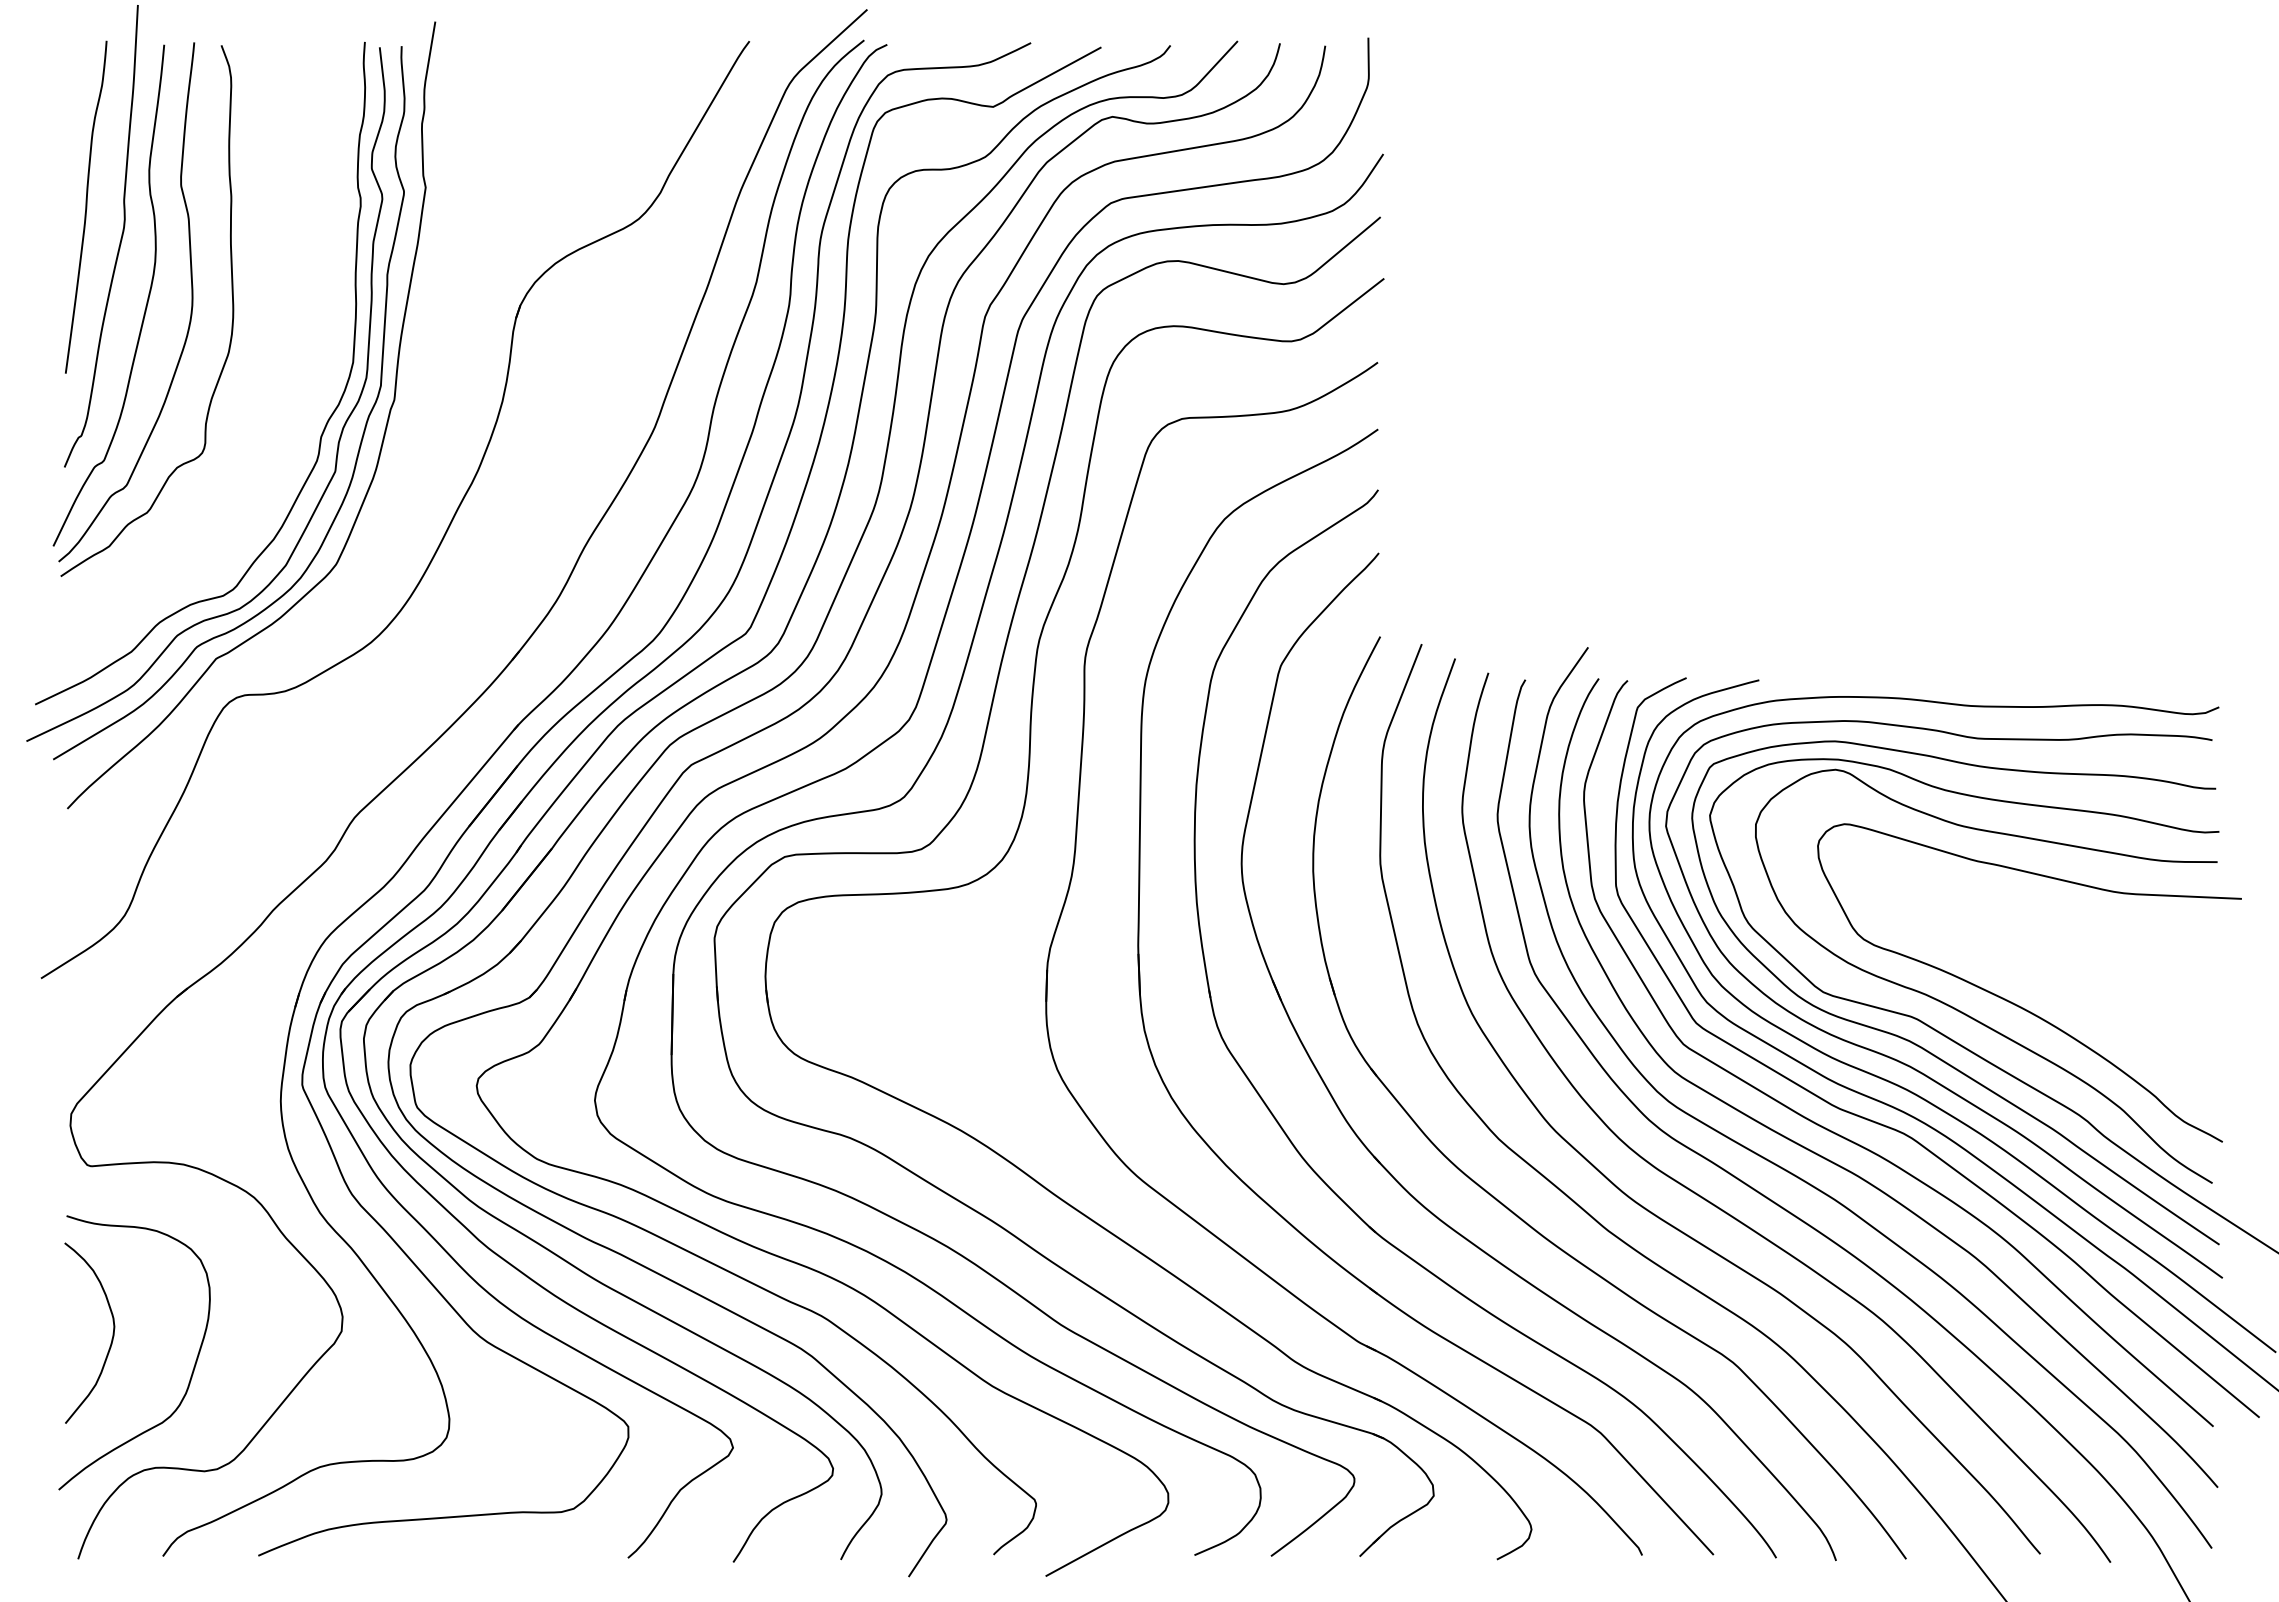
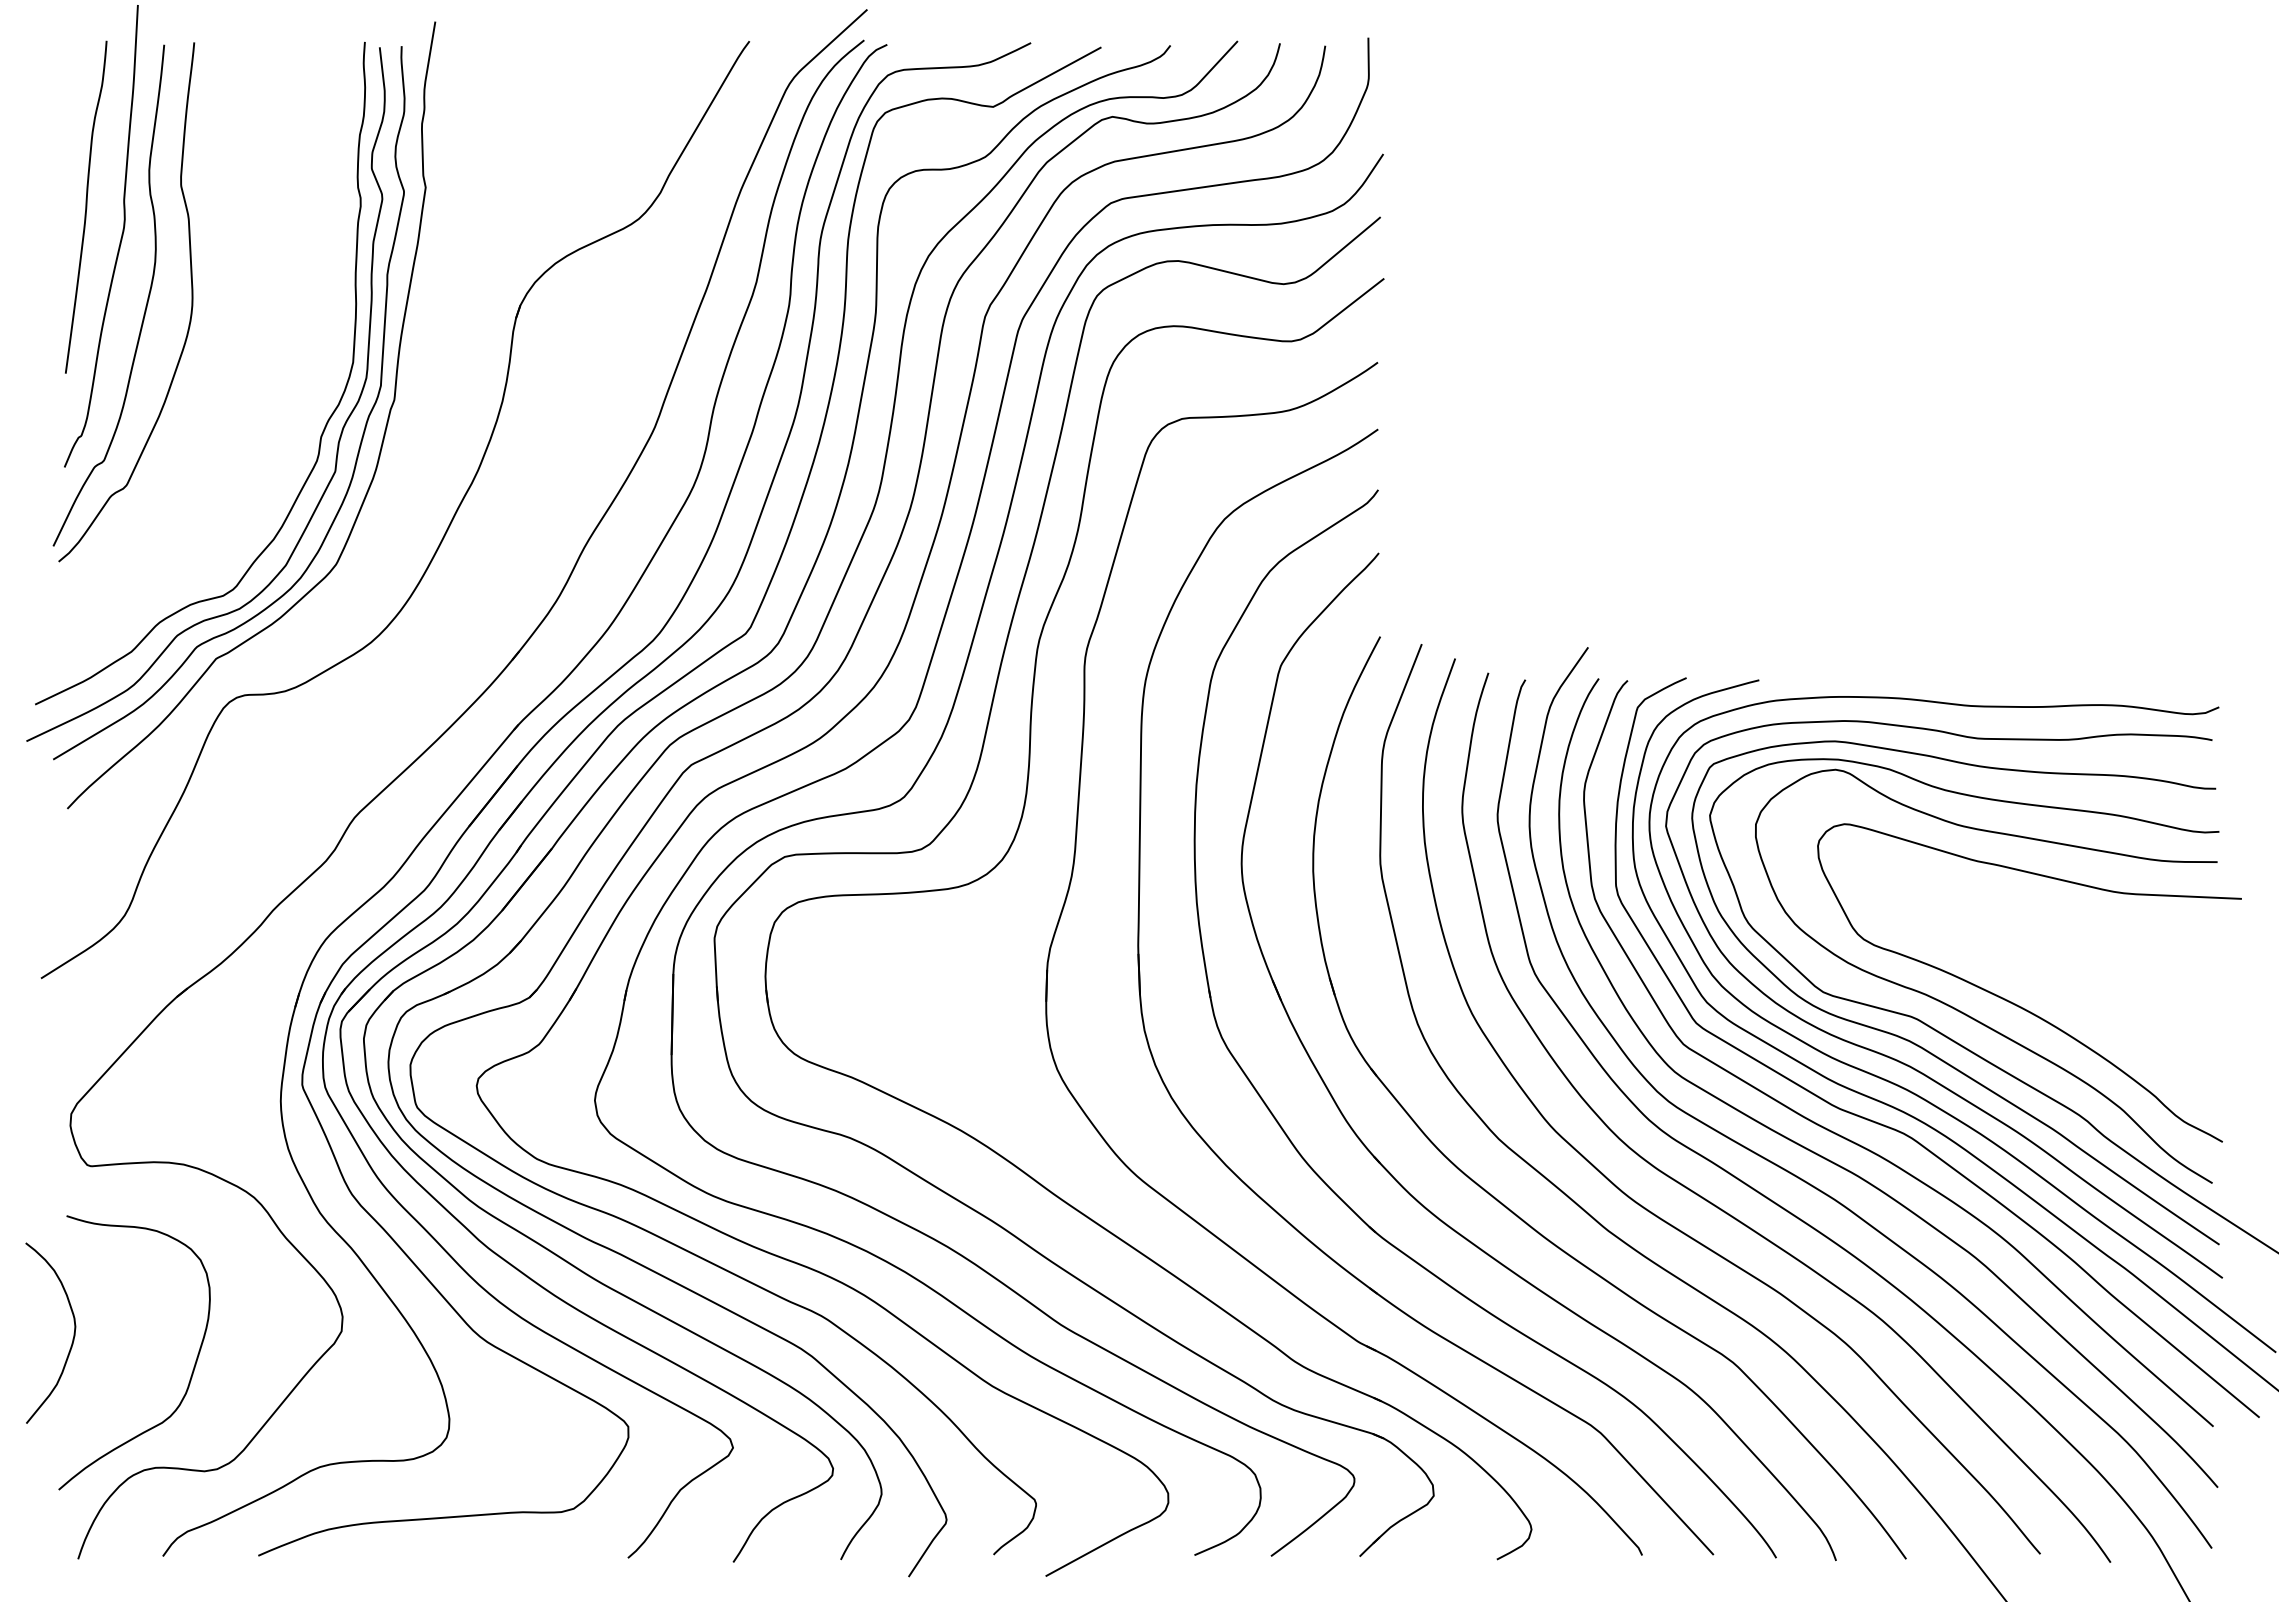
curve at (232, 310): present -> none
curve at (111, 1338) position: (111, 1338) -> (72, 1338)
